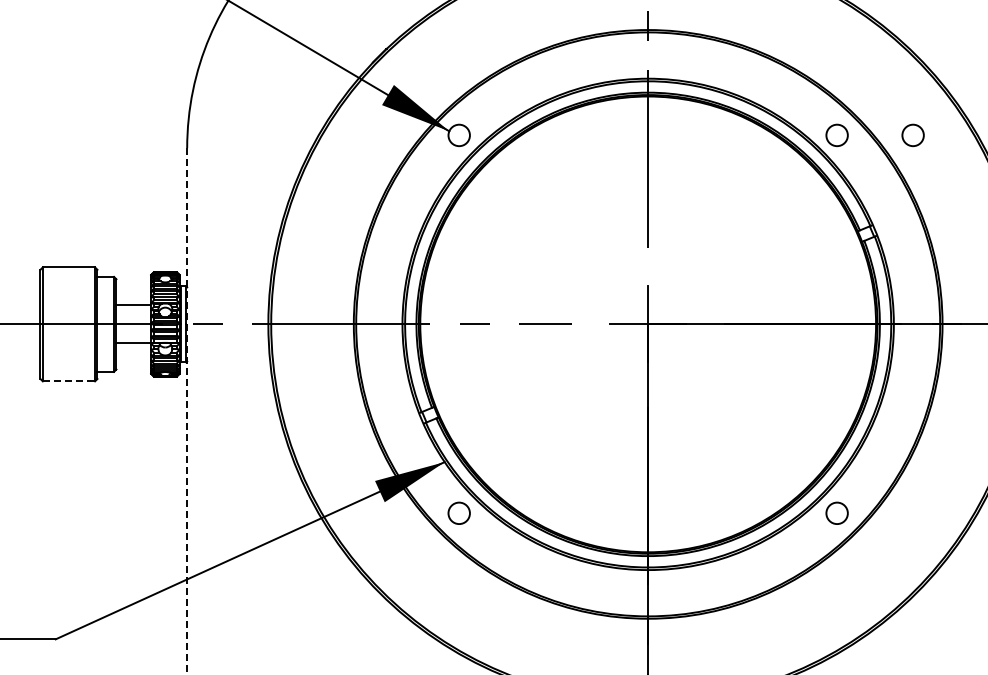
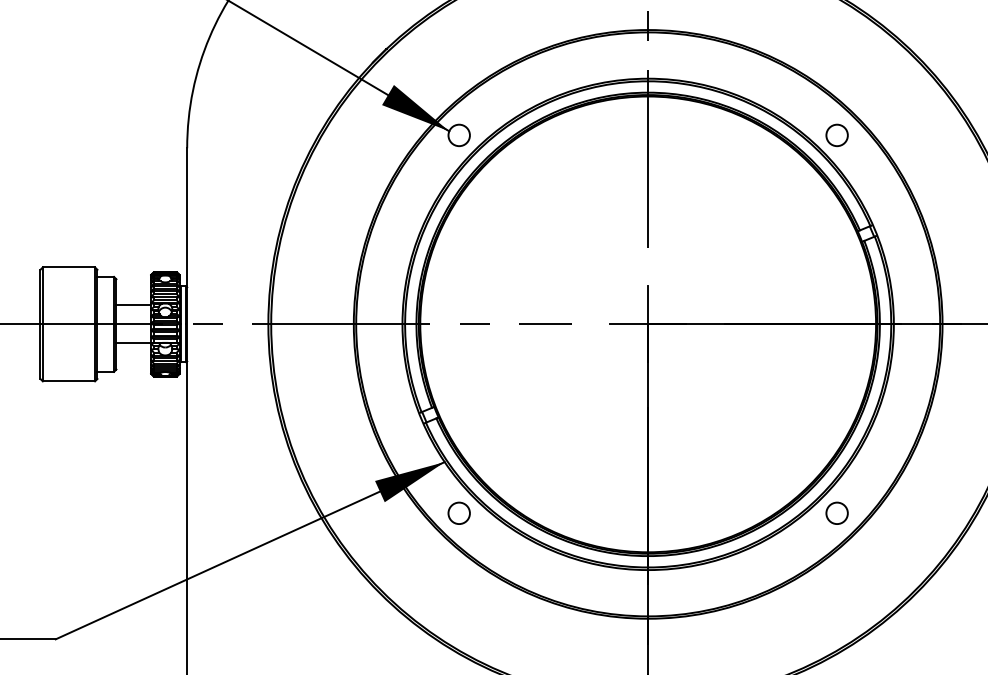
circle at (912, 135): present -> none
line at (69, 381): dashed -> solid
line at (187, 411): dashed -> solid
